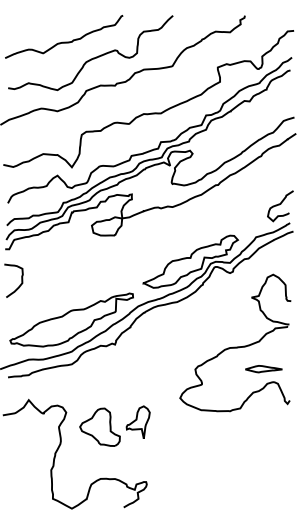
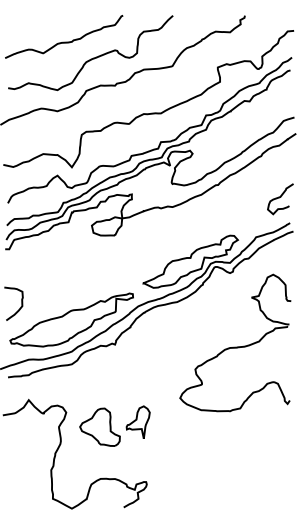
curve at (279, 205) position: (279, 205) -> (279, 198)
curve at (20, 283) position: (20, 283) -> (20, 306)
part at (263, 369): present -> none
